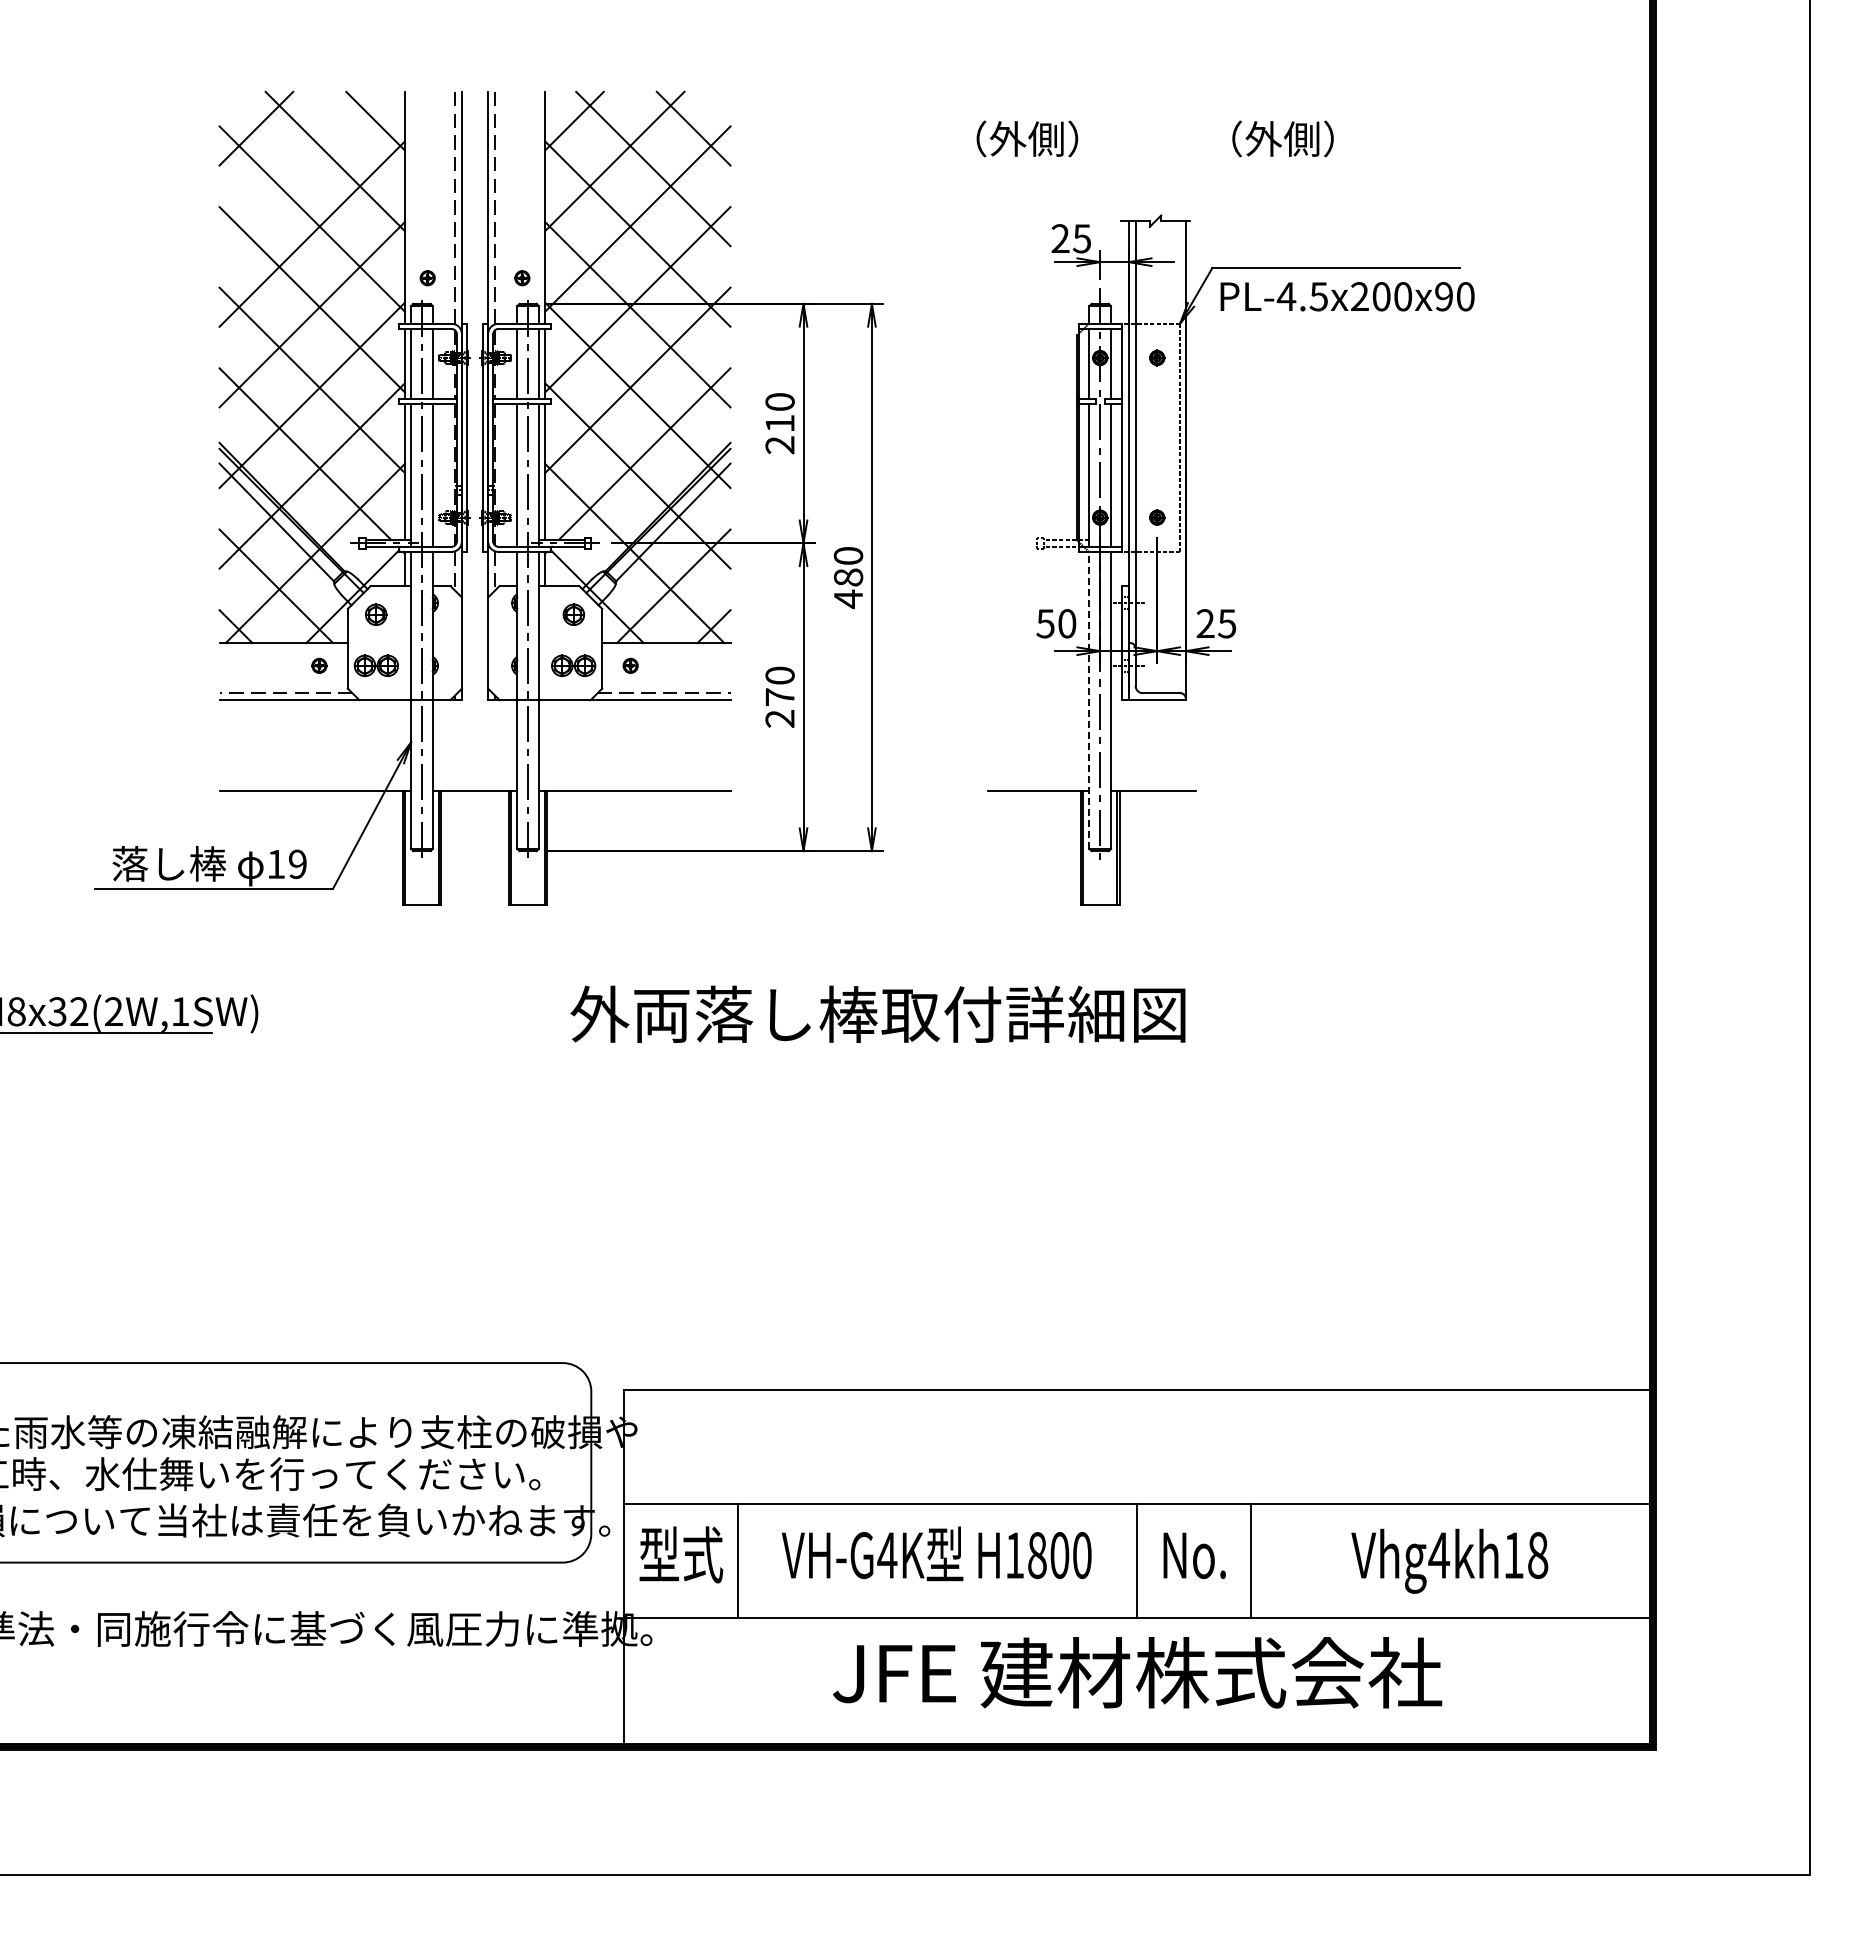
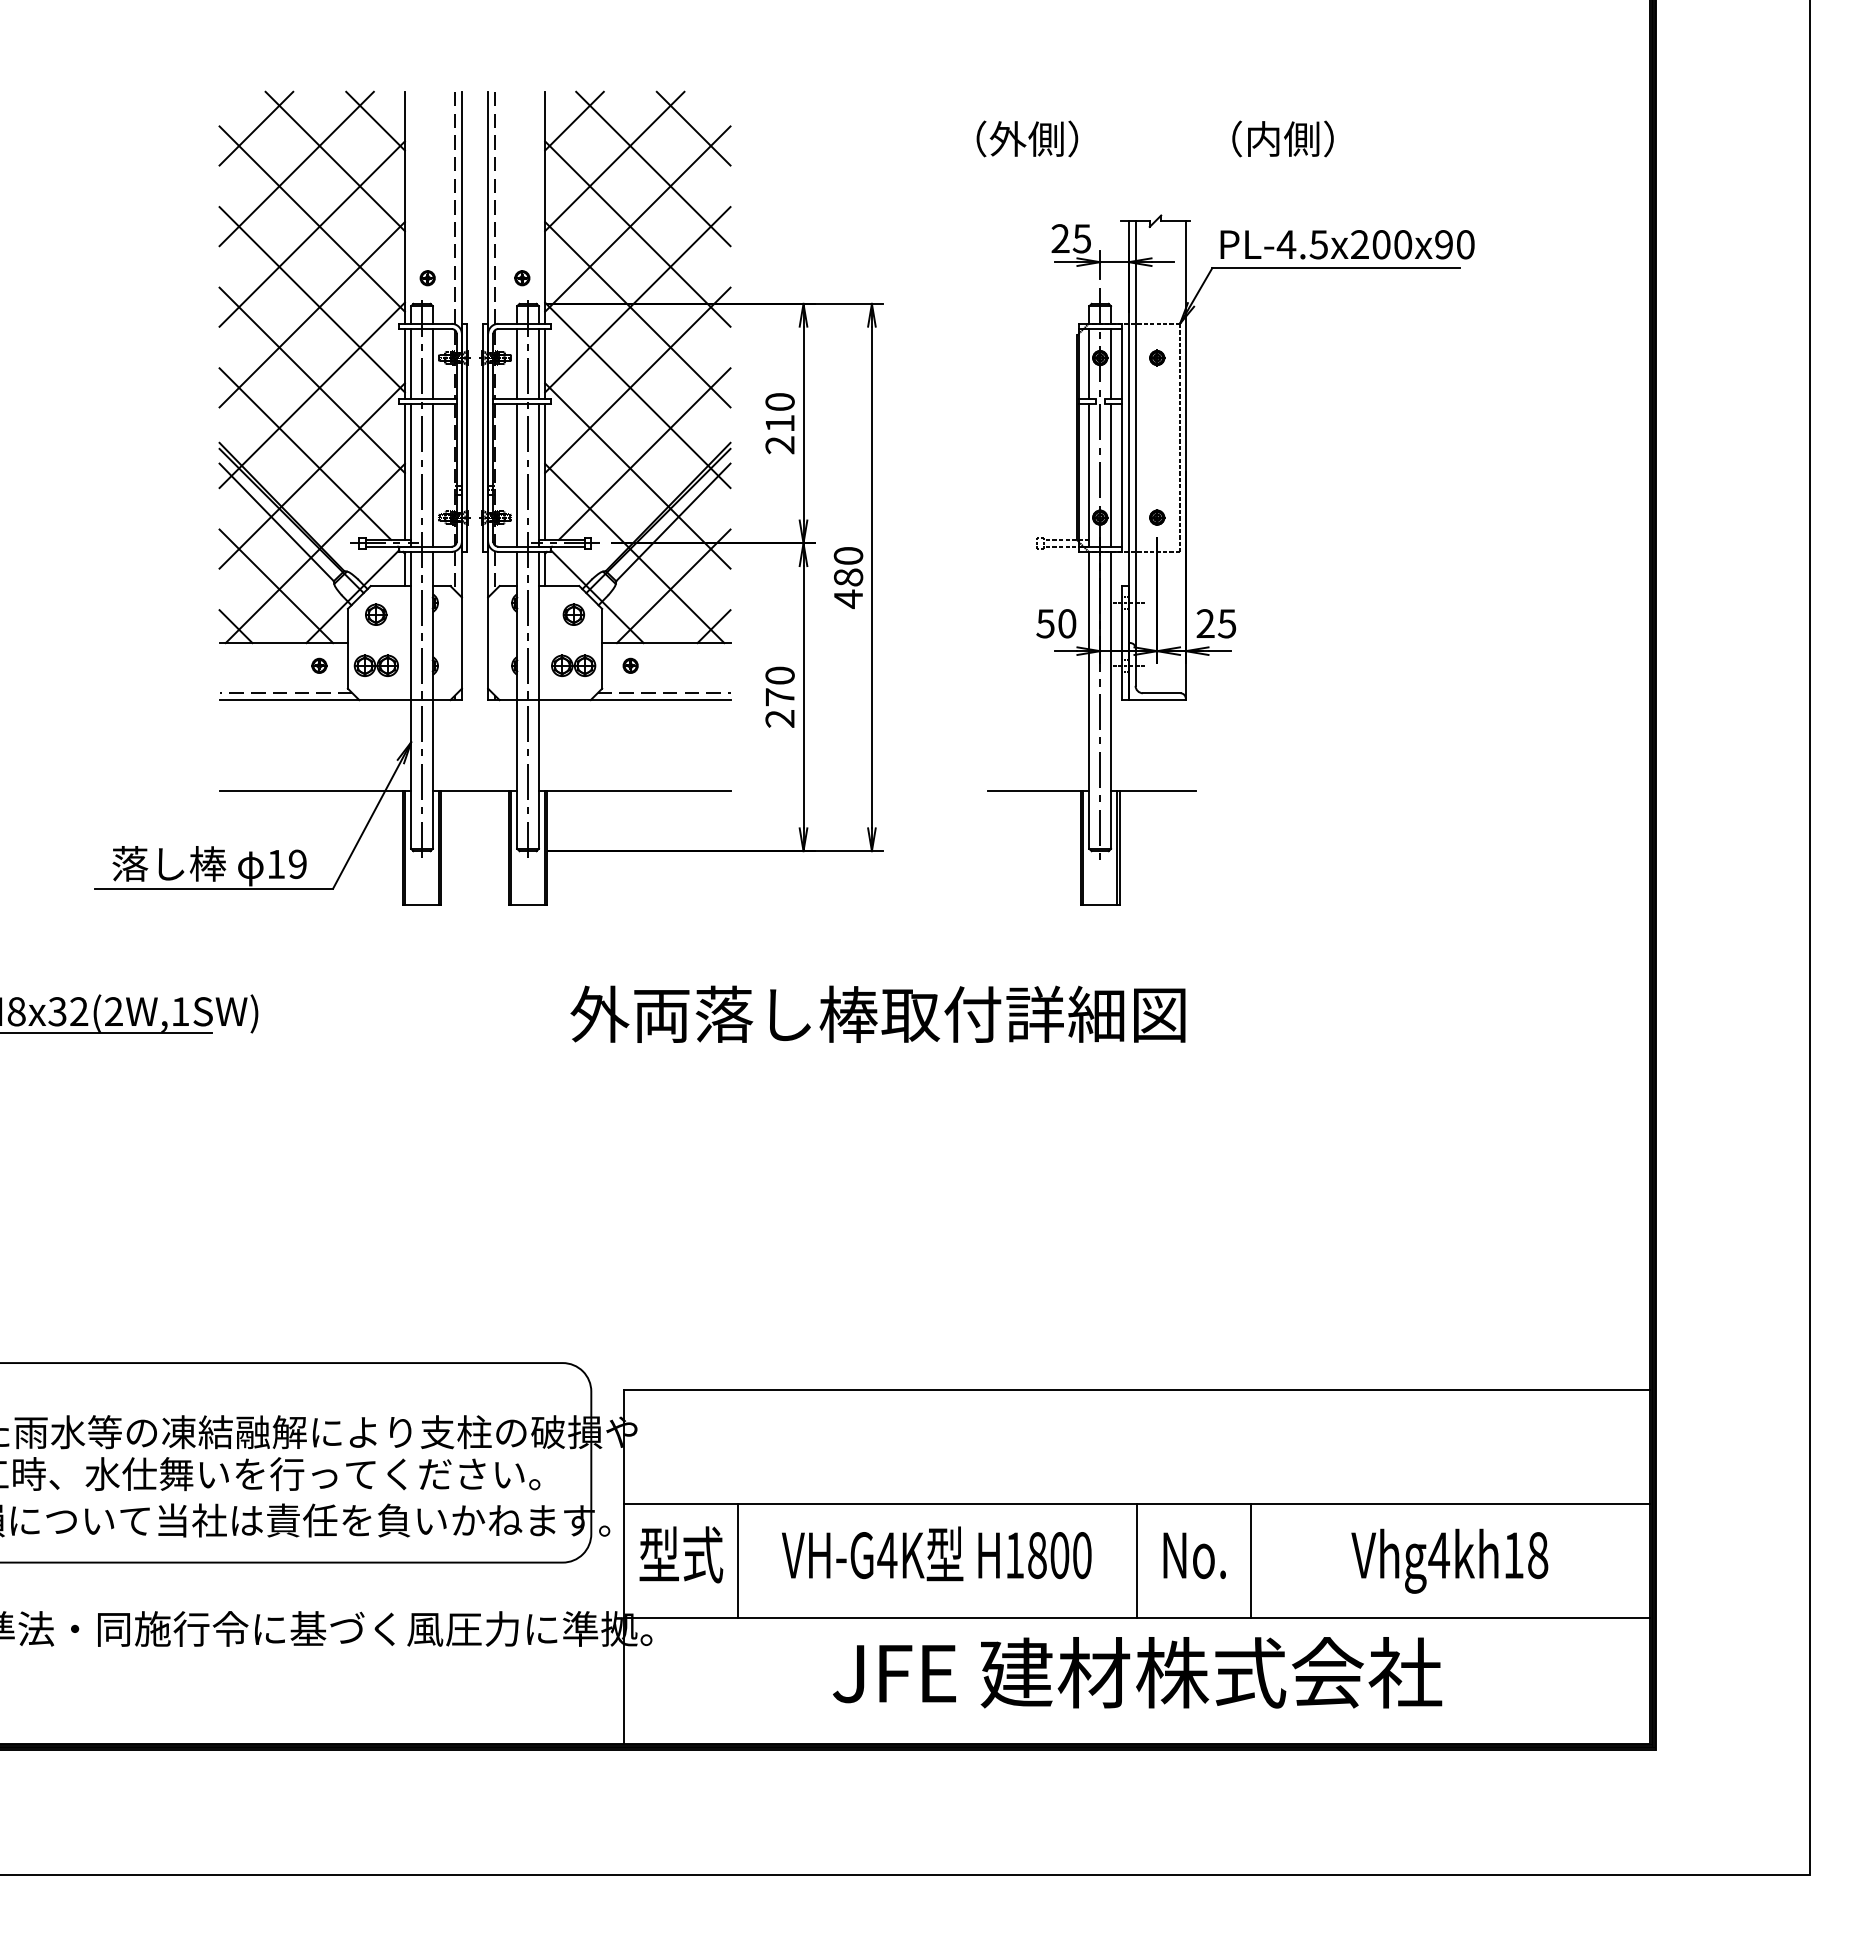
text at (1263, 138): （外側） -> （内側）
line at (296, 168): none -> present
text at (1347, 296) position: (1347, 296) -> (1347, 244)
line at (1089, 700): dashed -> solid
